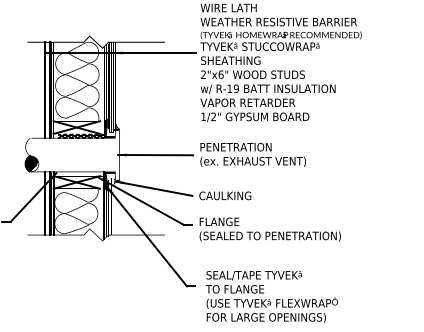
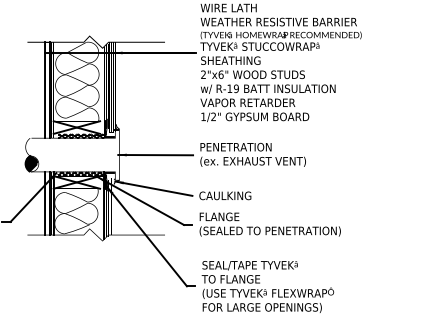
hatch at (80, 173): none -> present
text at (269, 229) position: (269, 229) -> (269, 224)
text at (271, 296) position: (271, 296) -> (267, 286)
